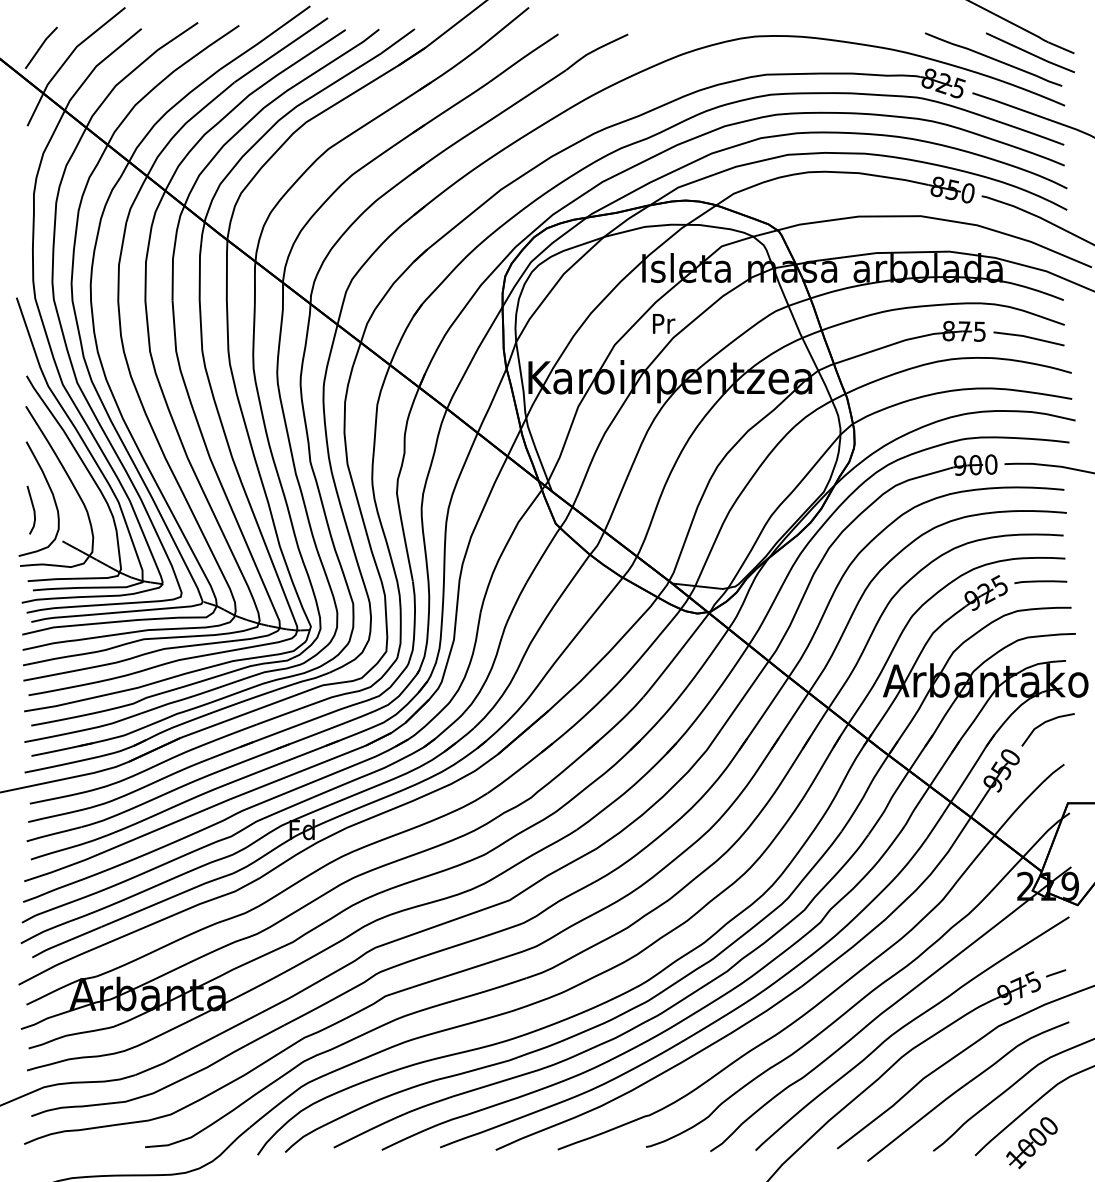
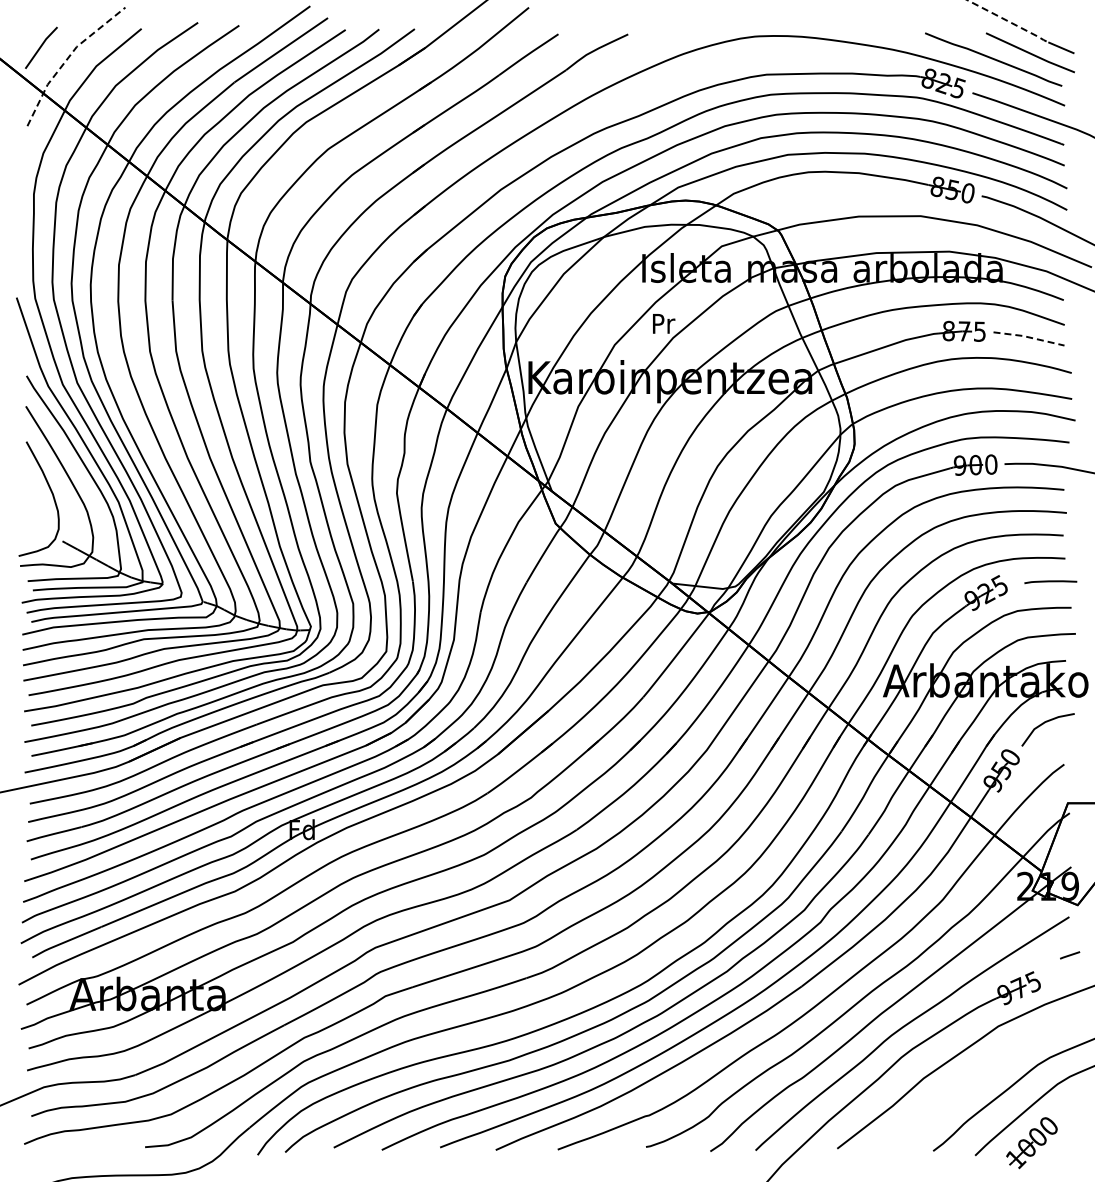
line at (1009, 21): solid -> dashed
line at (67, 59): solid -> dashed
line at (1028, 337): solid -> dashed
line at (32, 508): present -> none
line at (1040, 581) position: (1040, 581) -> (1050, 581)
line at (1056, 973) position: (1056, 973) -> (1070, 955)
curve at (965, 1086): present -> none
